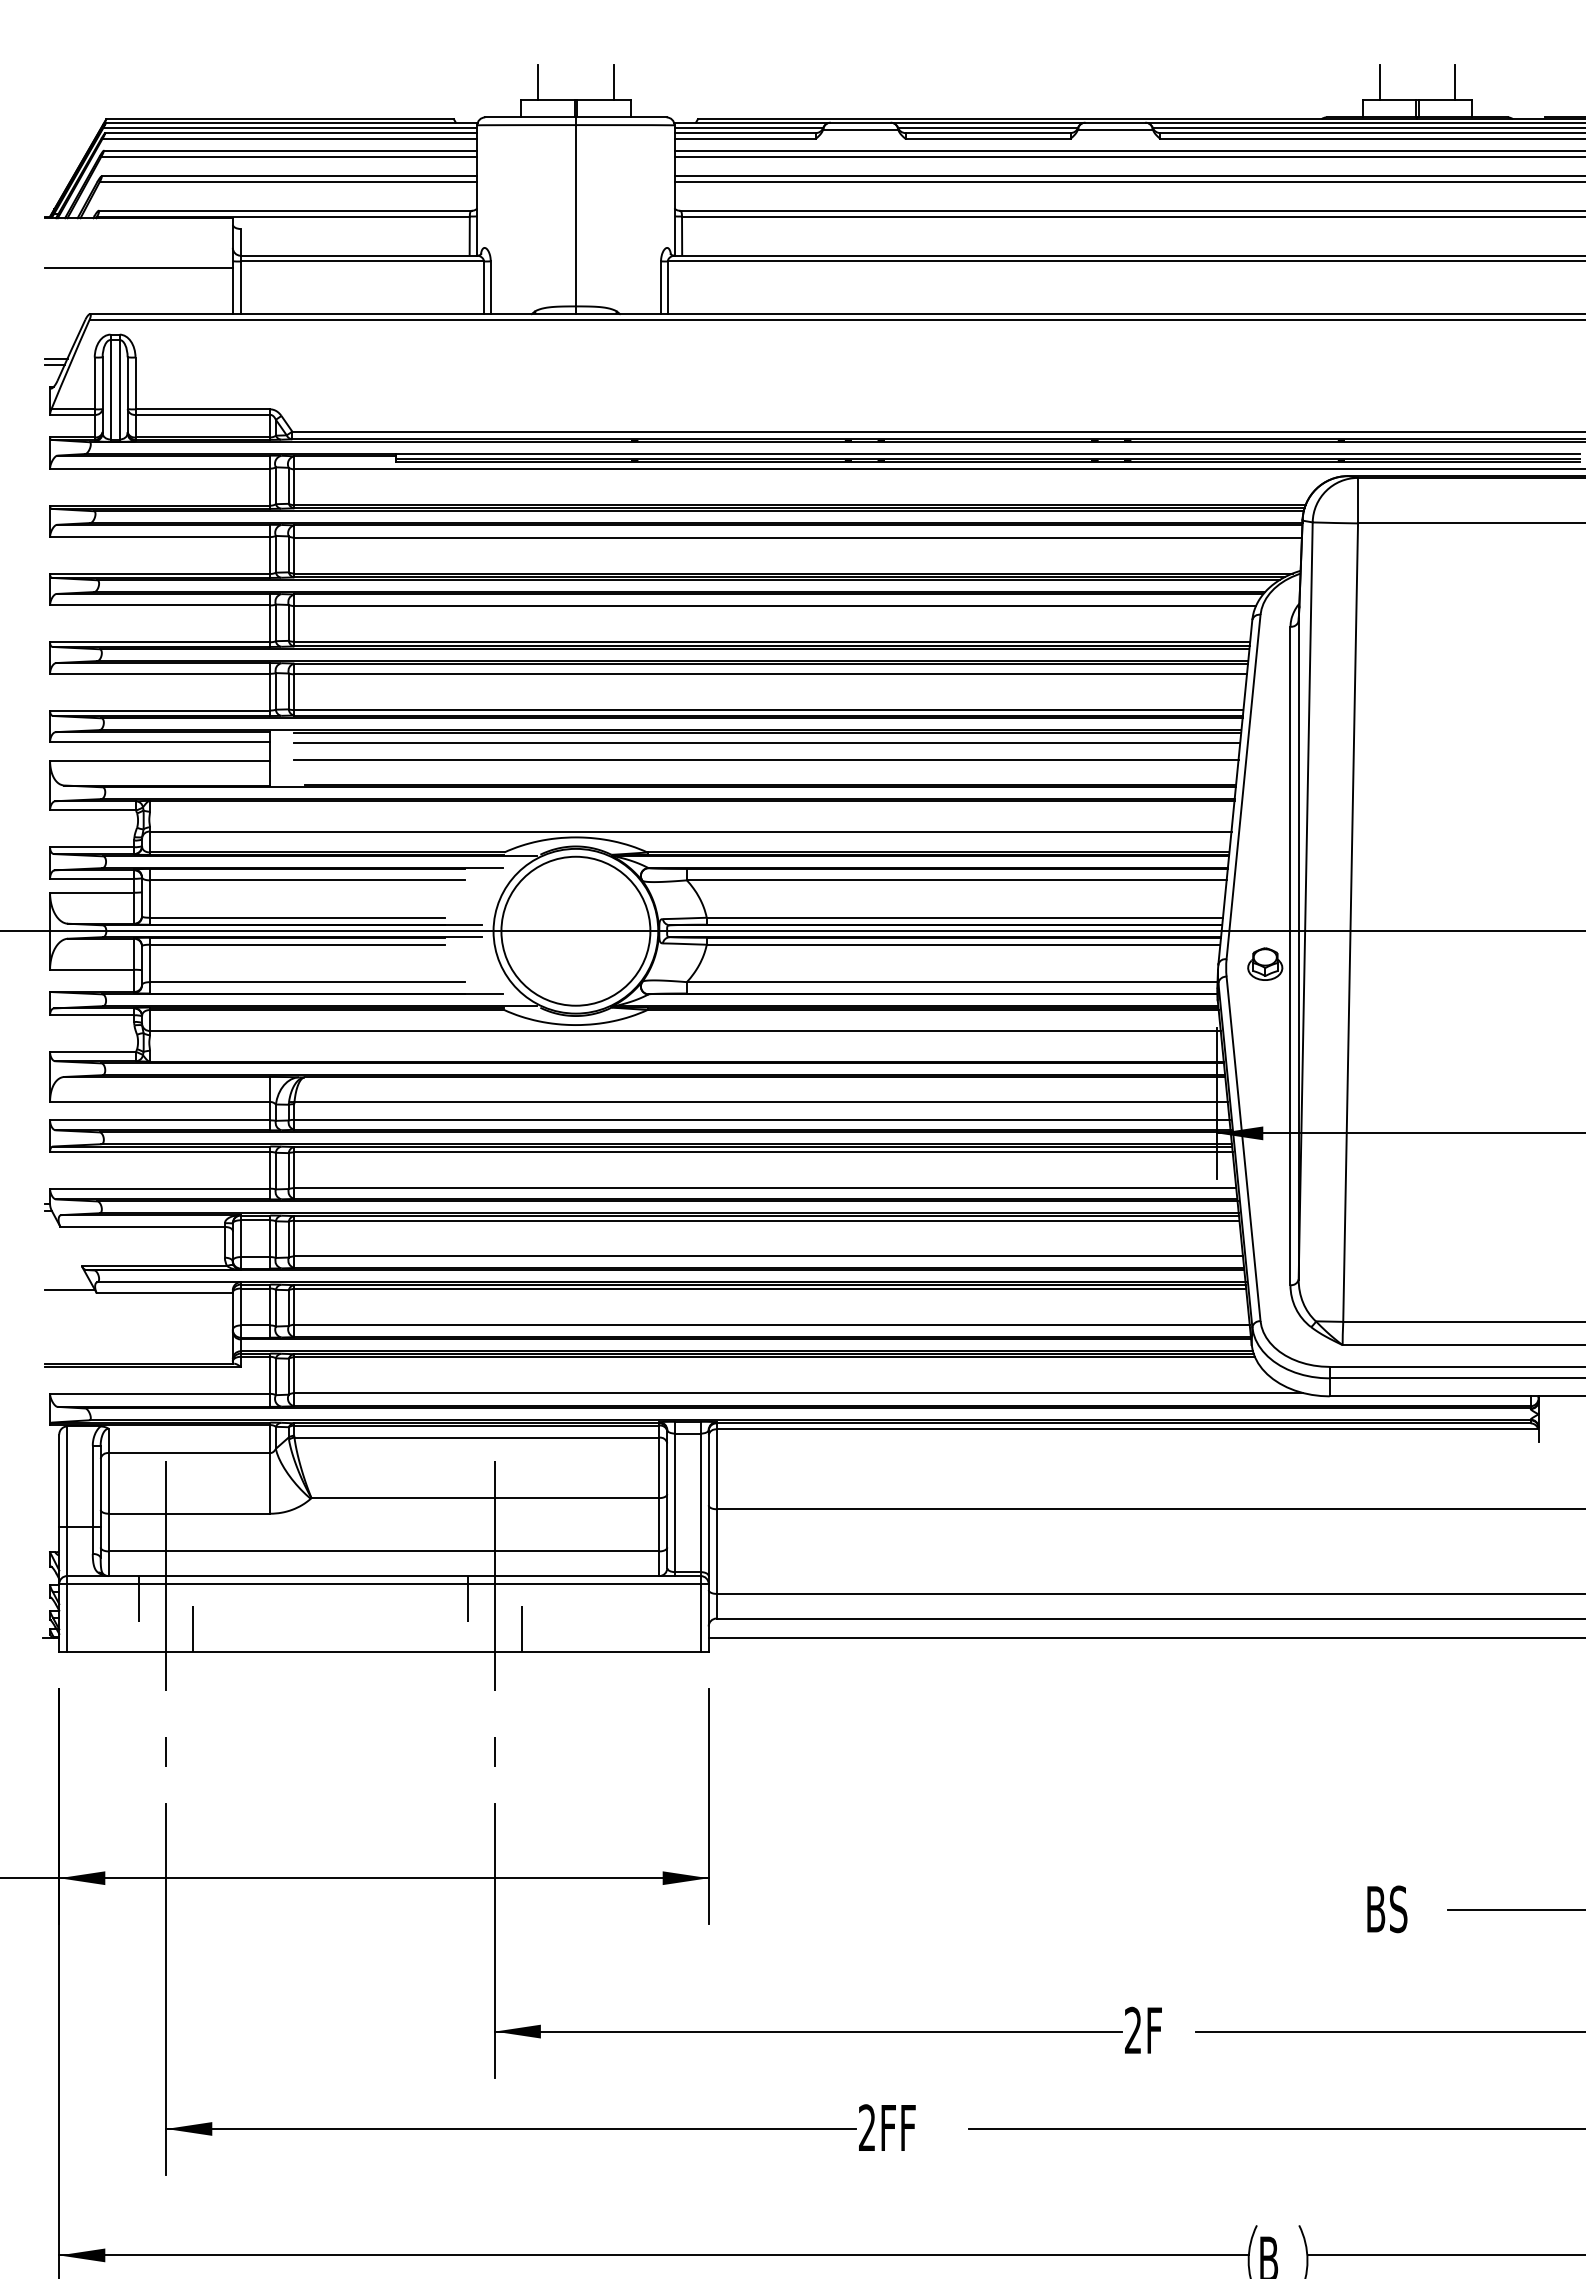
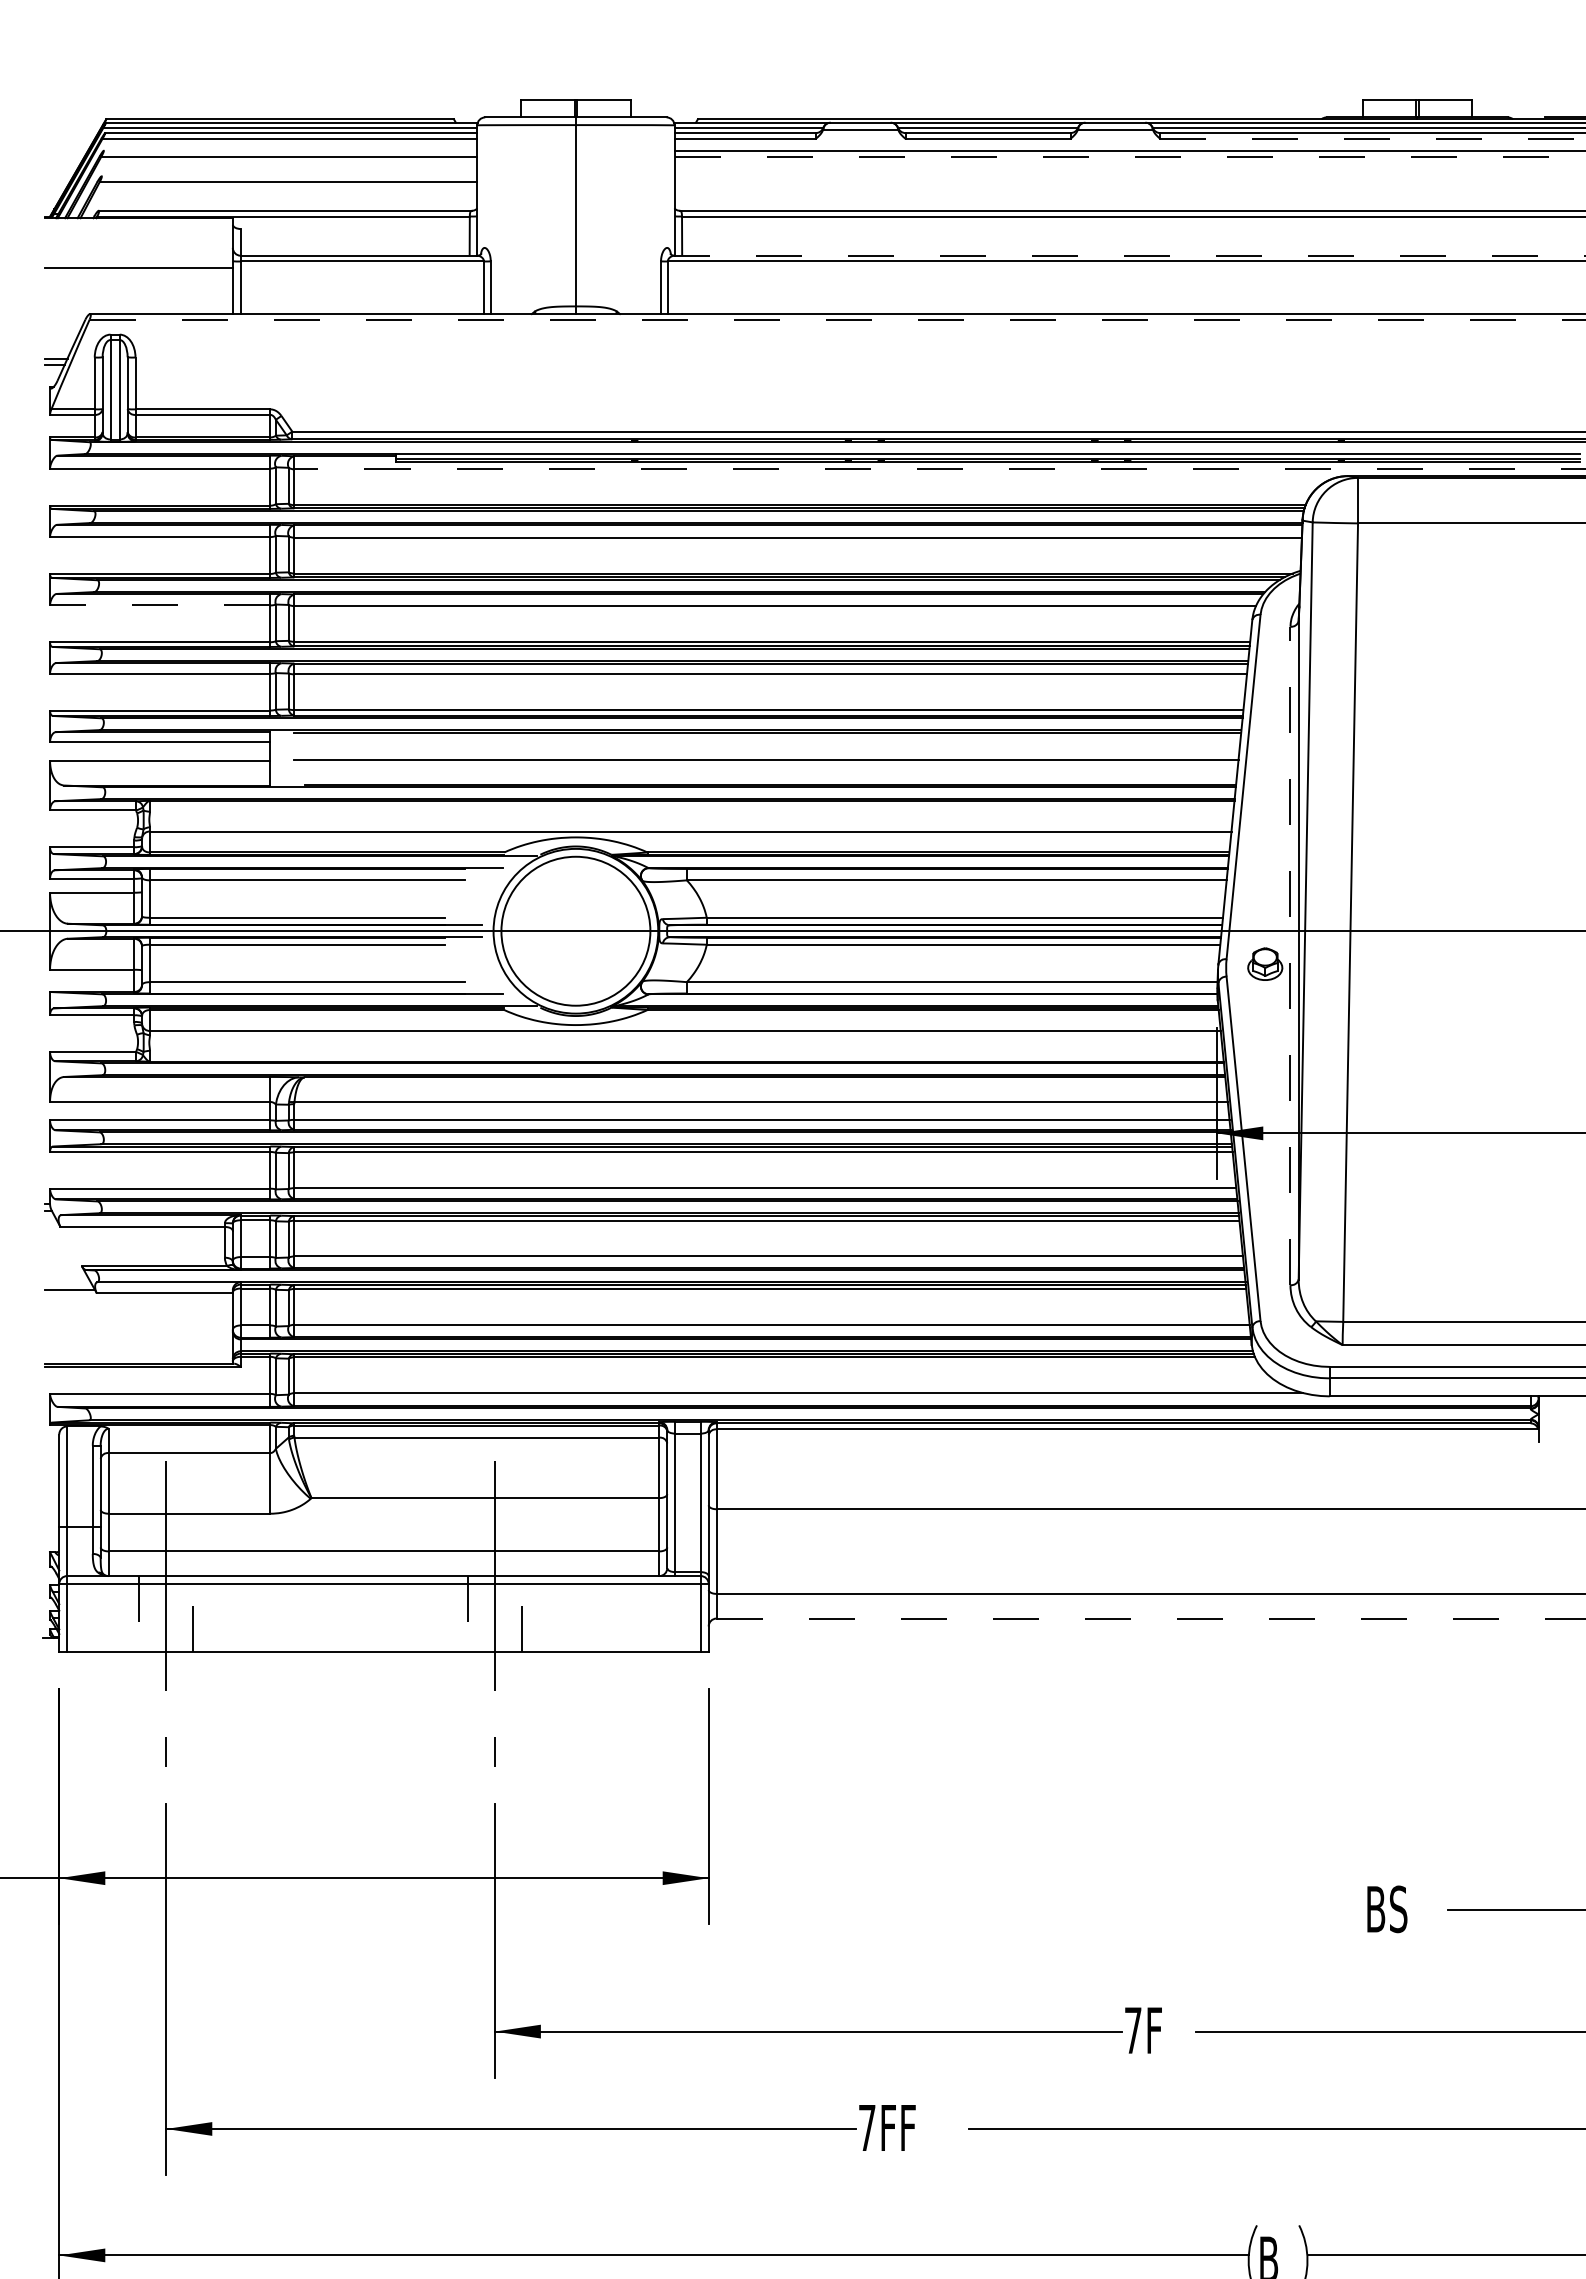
line at (538, 82): present -> none
line at (613, 82): present -> none
line at (1380, 82): present -> none
line at (1455, 82): present -> none
line at (1373, 138): solid -> dashed
line at (290, 150): present -> none
line at (1130, 156): solid -> dashed
line at (289, 176): present -> none
line at (1128, 176): present -> none
line at (1128, 182): present -> none
line at (1129, 255): solid -> dashed
line at (837, 319): solid -> dashed
line at (940, 469): solid -> dashed
line at (159, 605): solid -> dashed
line at (767, 742): present -> none
line at (1290, 955): solid -> dashed
line at (1151, 1618): solid -> dashed
line at (1145, 1637): present -> none
text at (1133, 2029): 2F -> 7F
text at (867, 2127): 2FF -> 7FF
